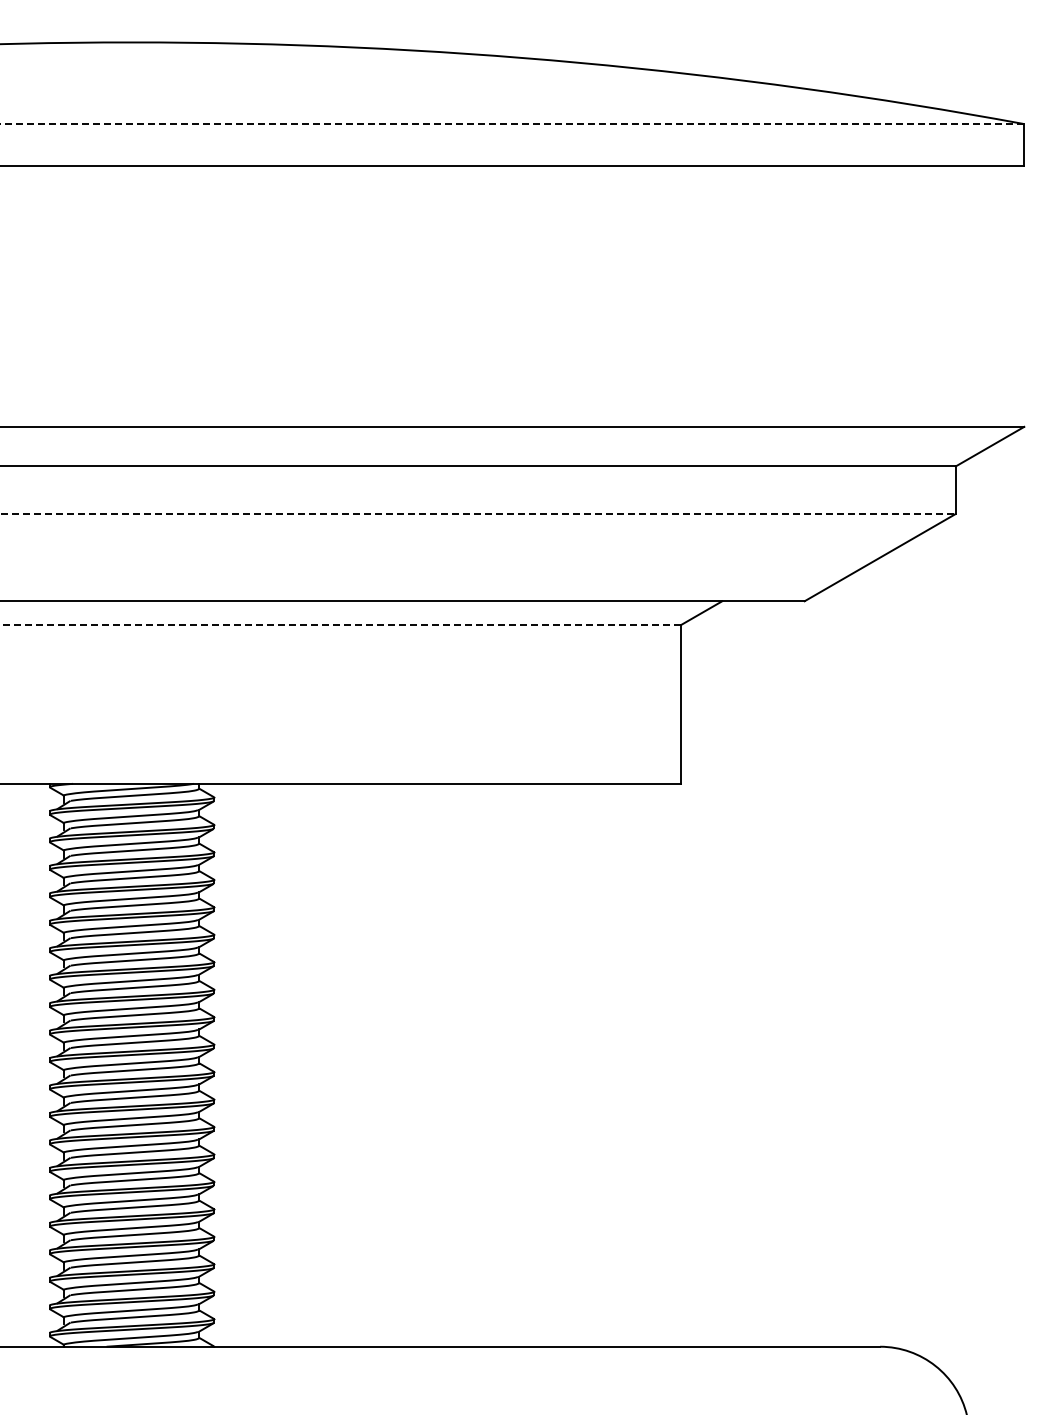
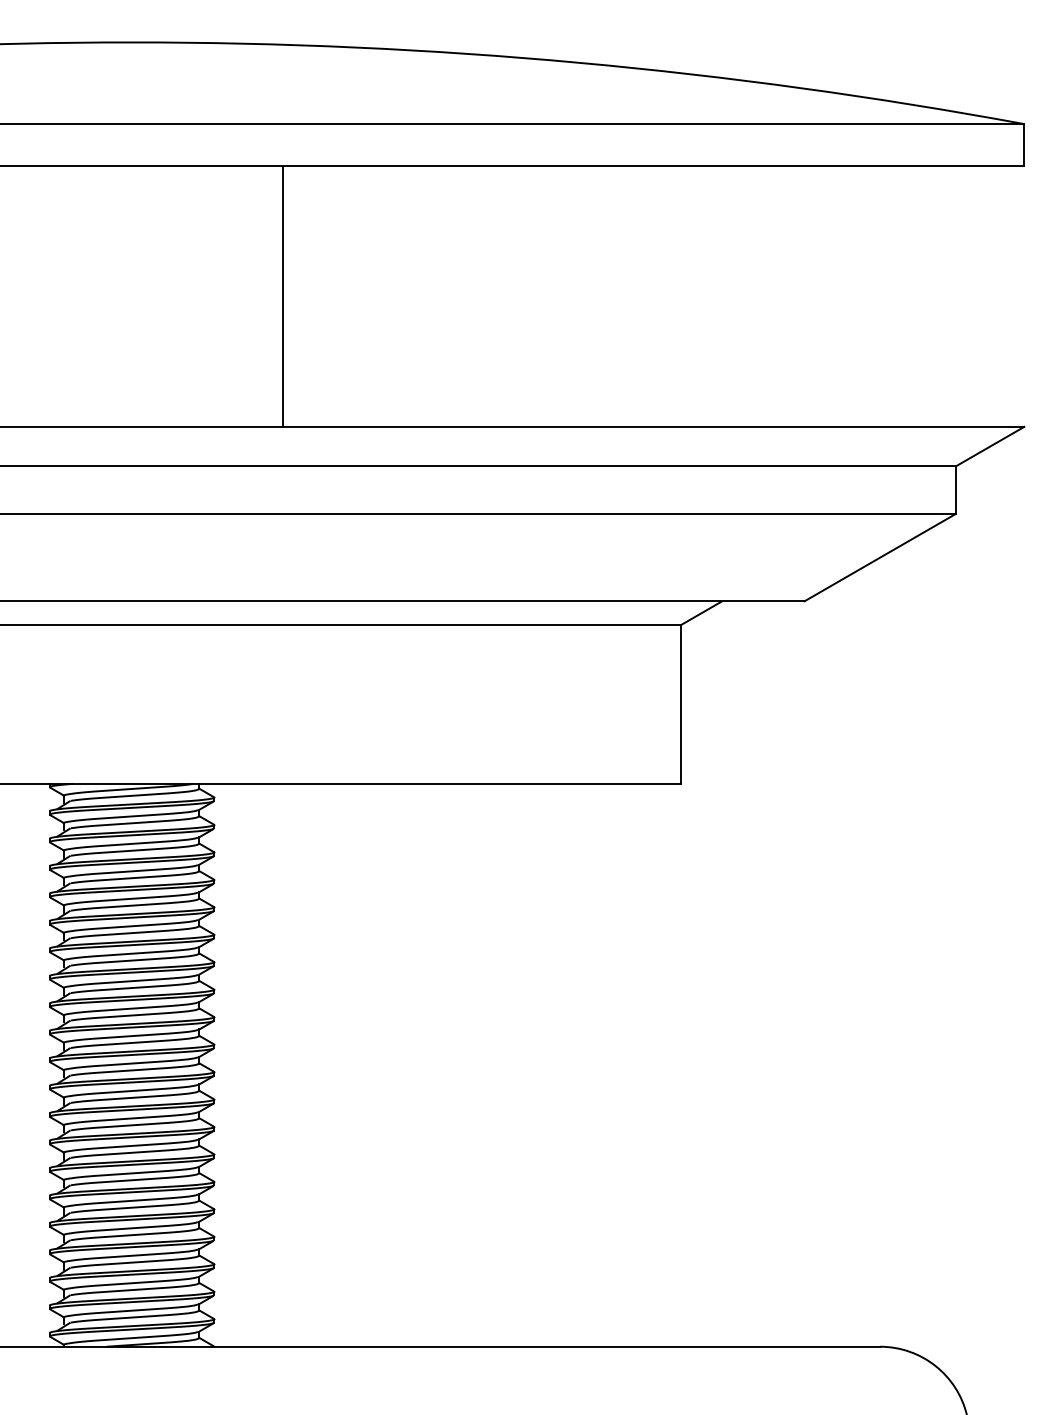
line at (512, 124): dashed -> solid
line at (282, 296): none -> present
line at (478, 514): dashed -> solid
line at (340, 625): dashed -> solid
